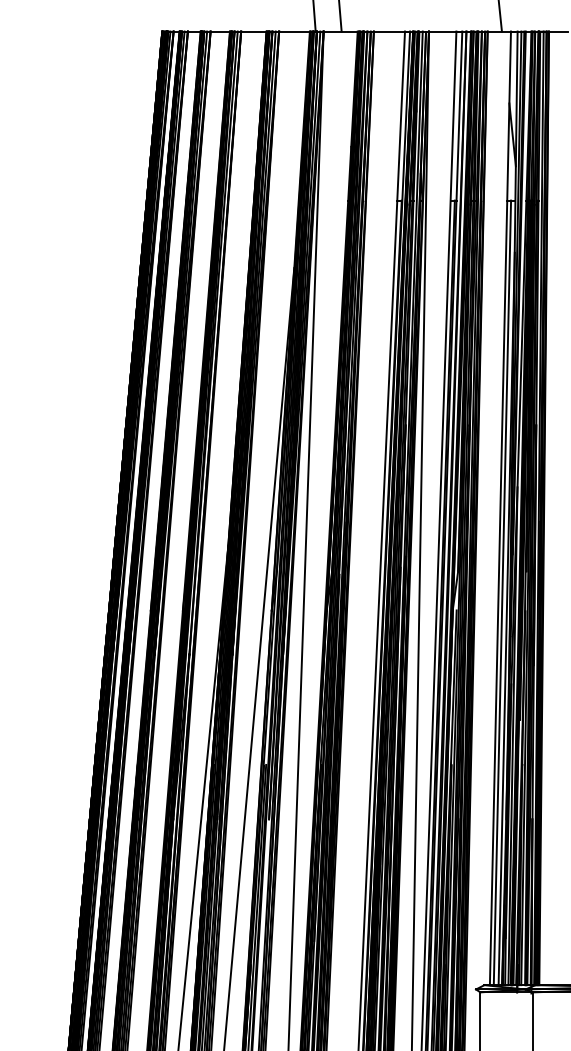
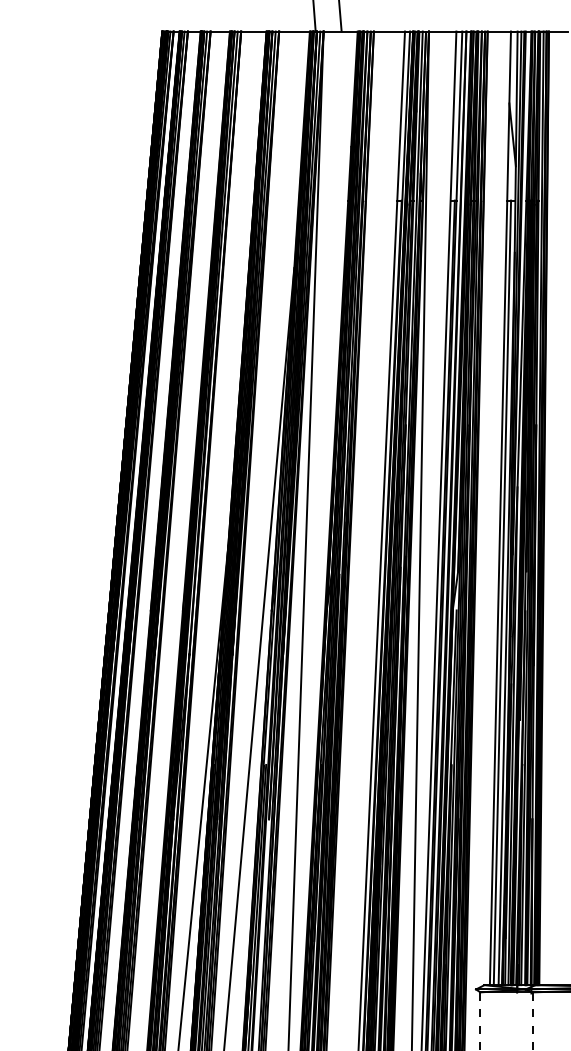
line at (499, 16): present -> none
line at (480, 1021): solid -> dashed
line at (533, 1021): solid -> dashed
